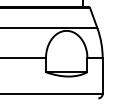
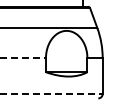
line at (23, 58): solid -> dashed
line at (51, 94): solid -> dashed
